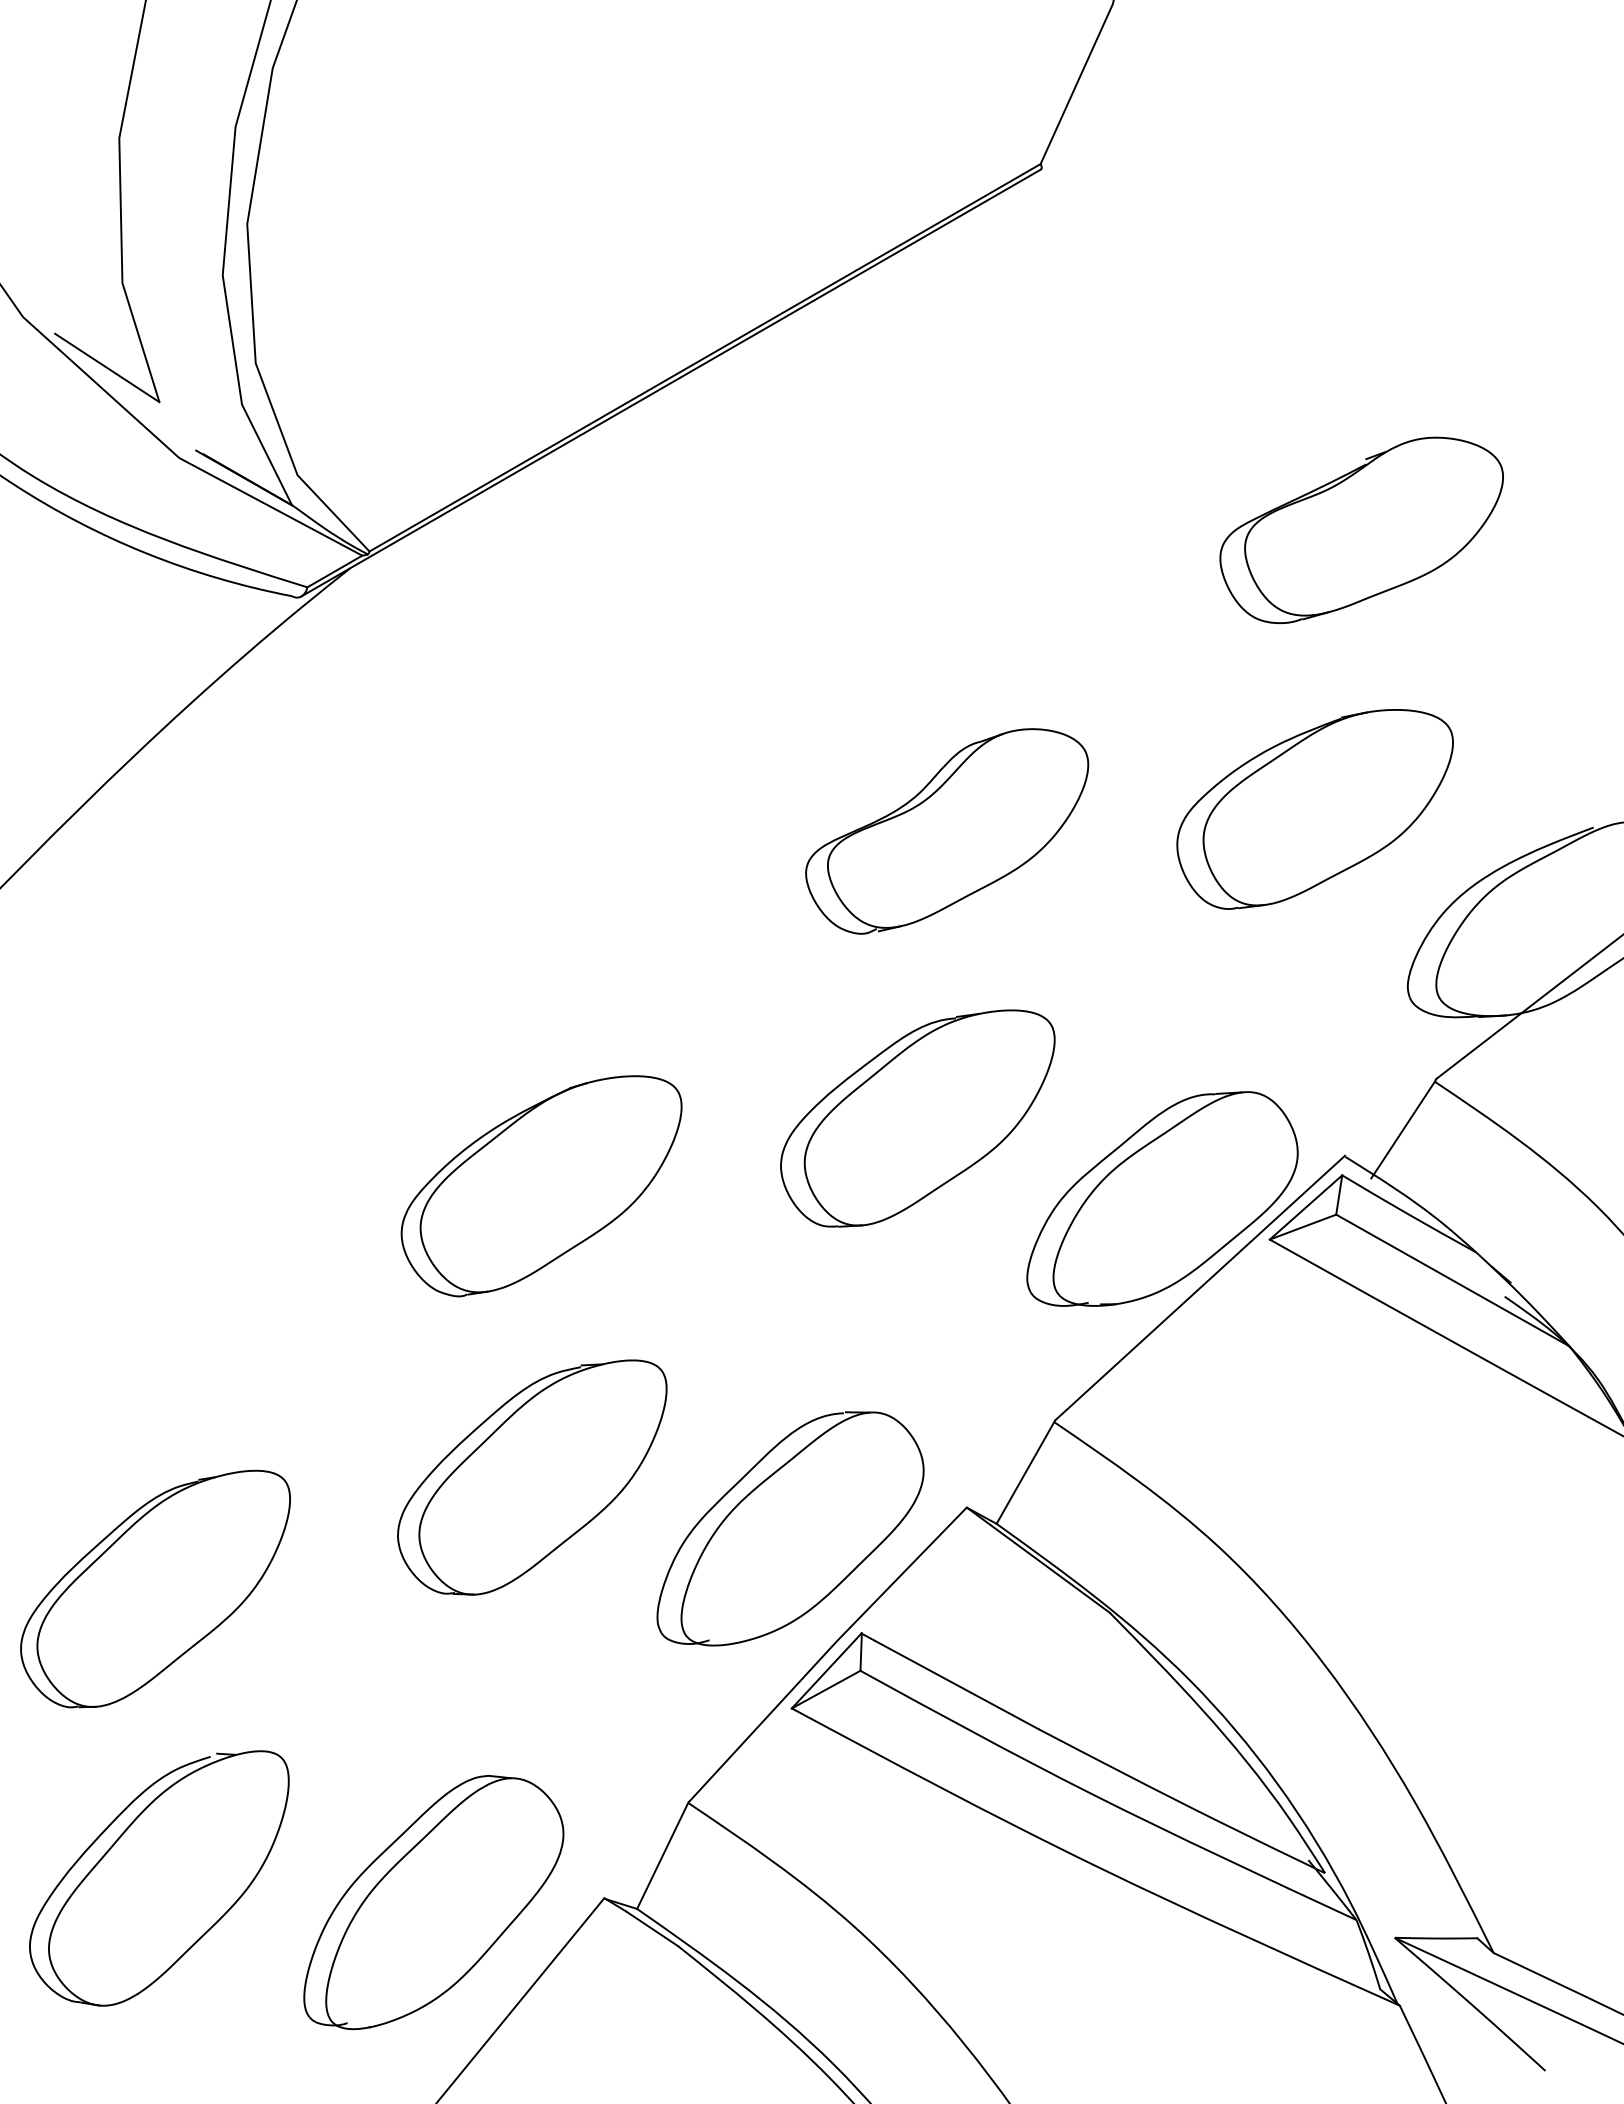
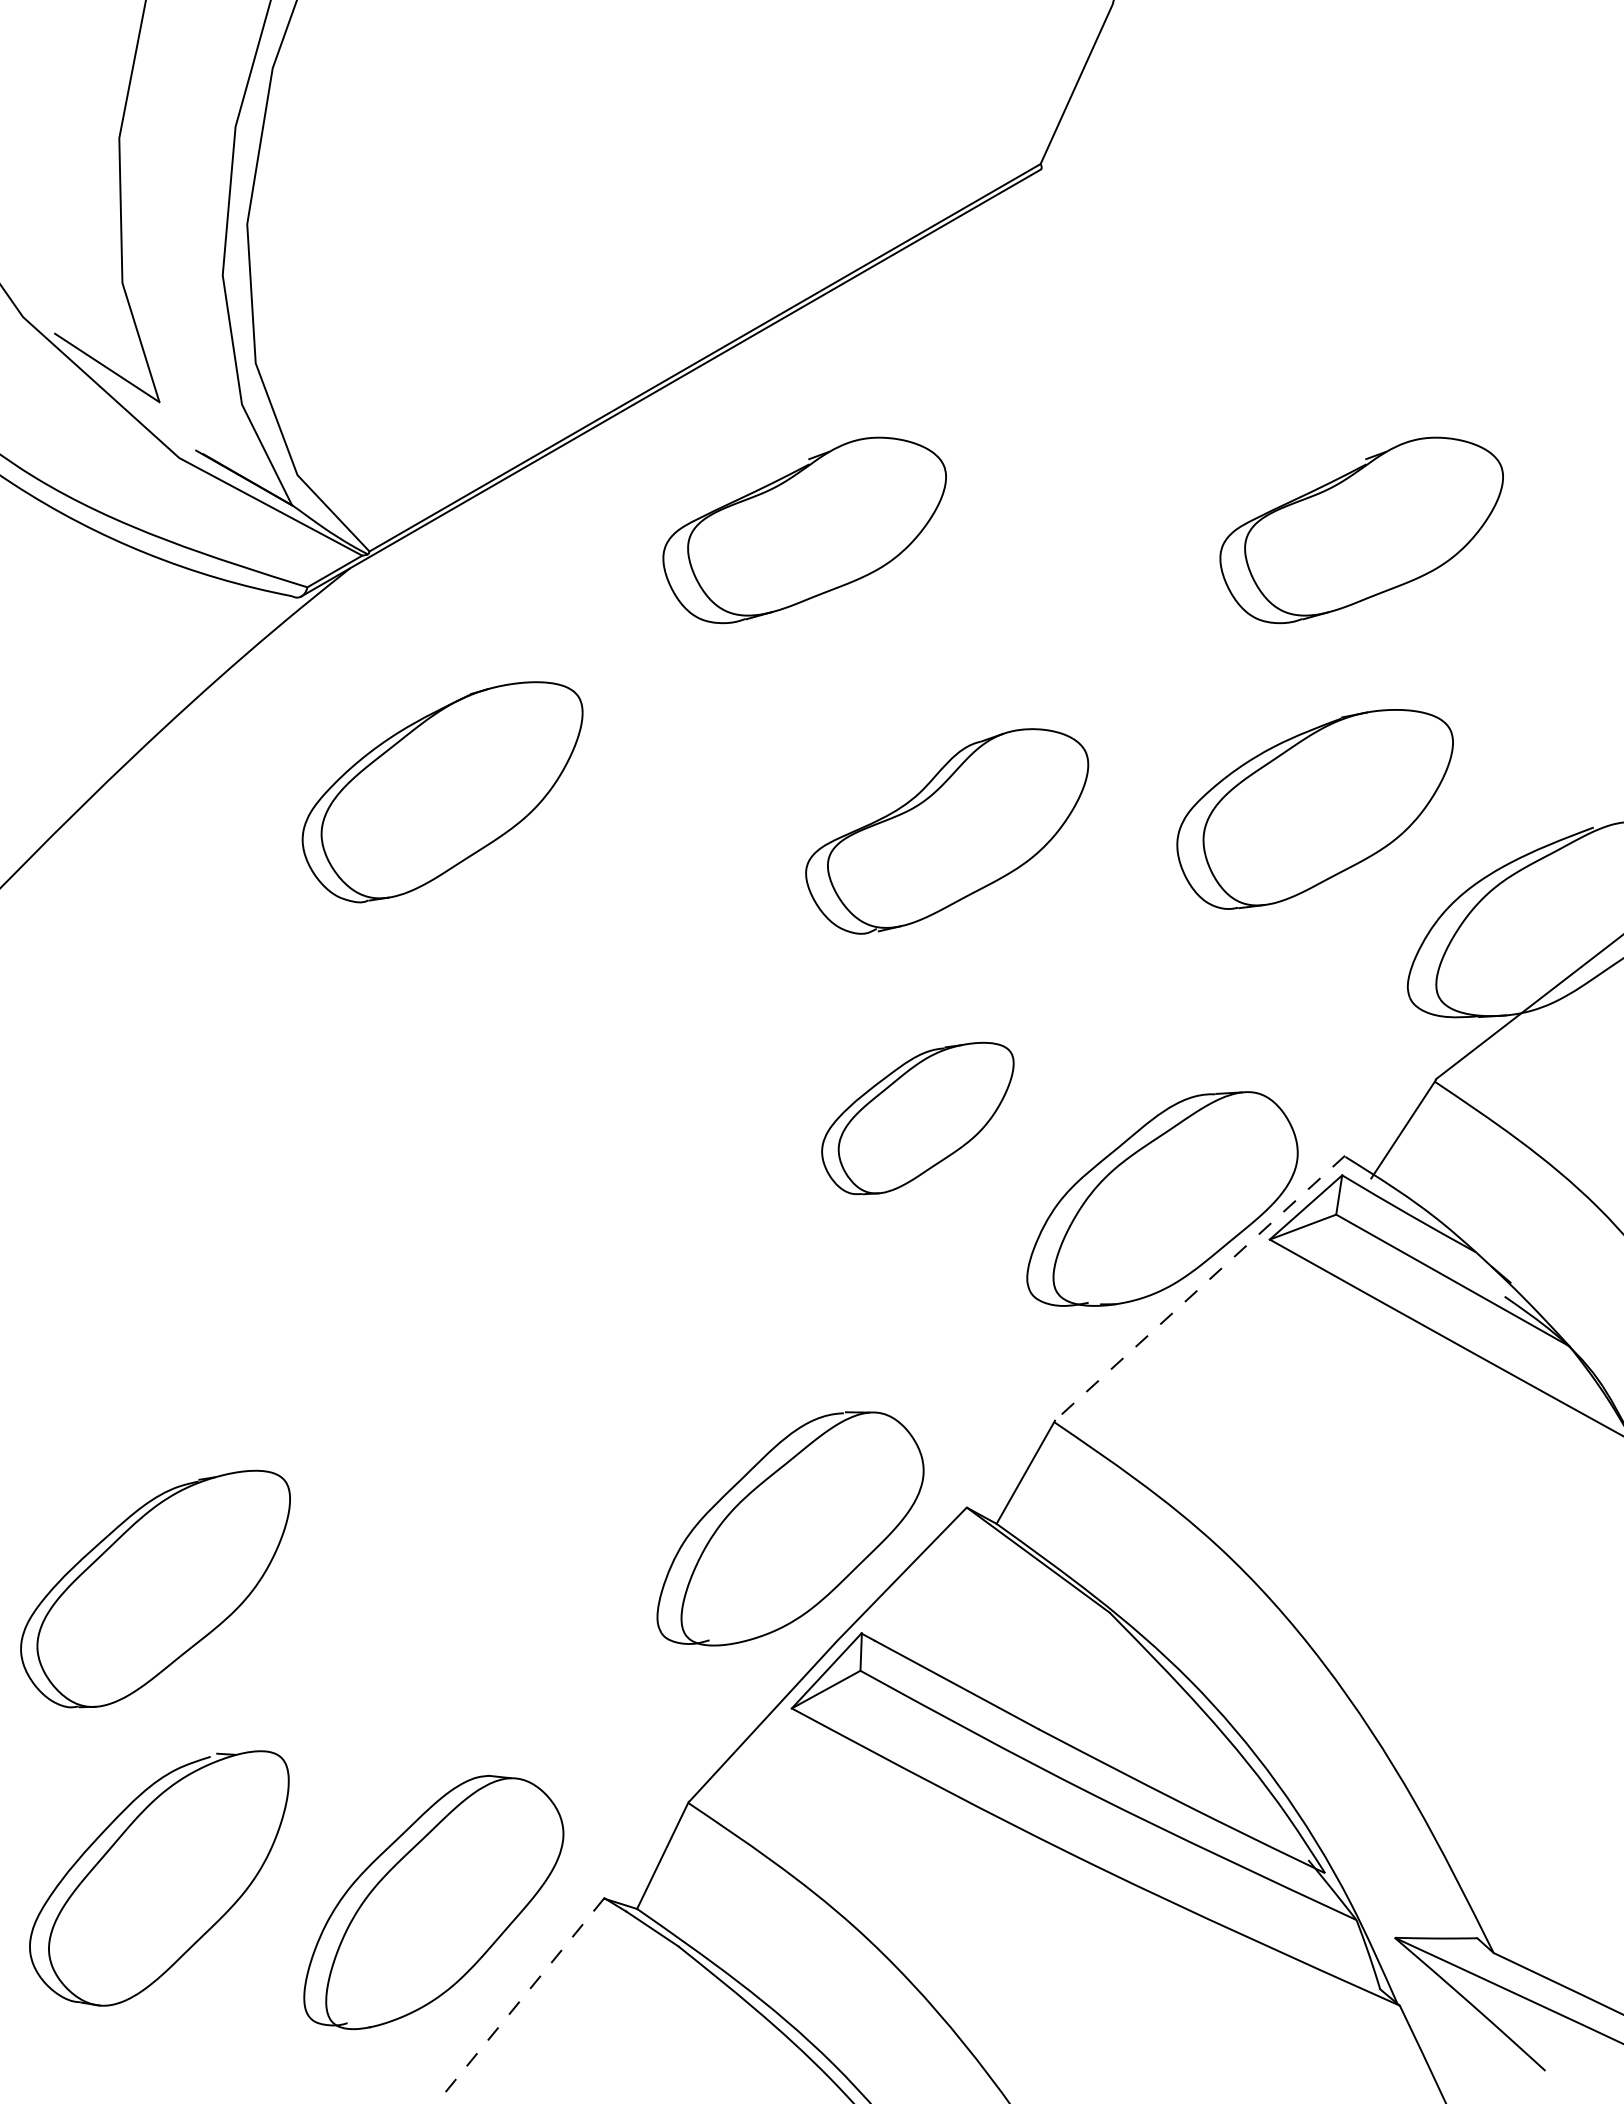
part at (804, 530): none -> present
part at (917, 1118) size: 276x219 px -> 194x155 px
part at (541, 1186) position: (541, 1186) -> (442, 792)
line at (1199, 1288): solid -> dashed
part at (532, 1477): present -> none
line at (519, 2001): solid -> dashed
